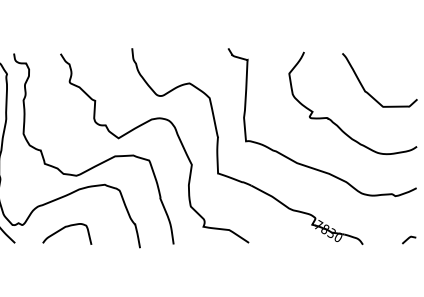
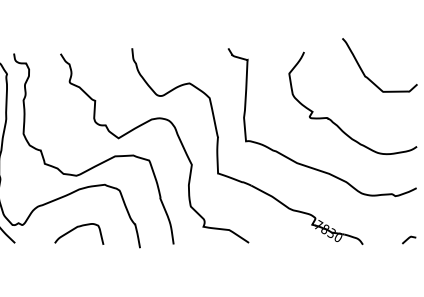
curve at (367, 91) position: (367, 91) -> (367, 76)
curve at (63, 229) position: (63, 229) -> (75, 229)
